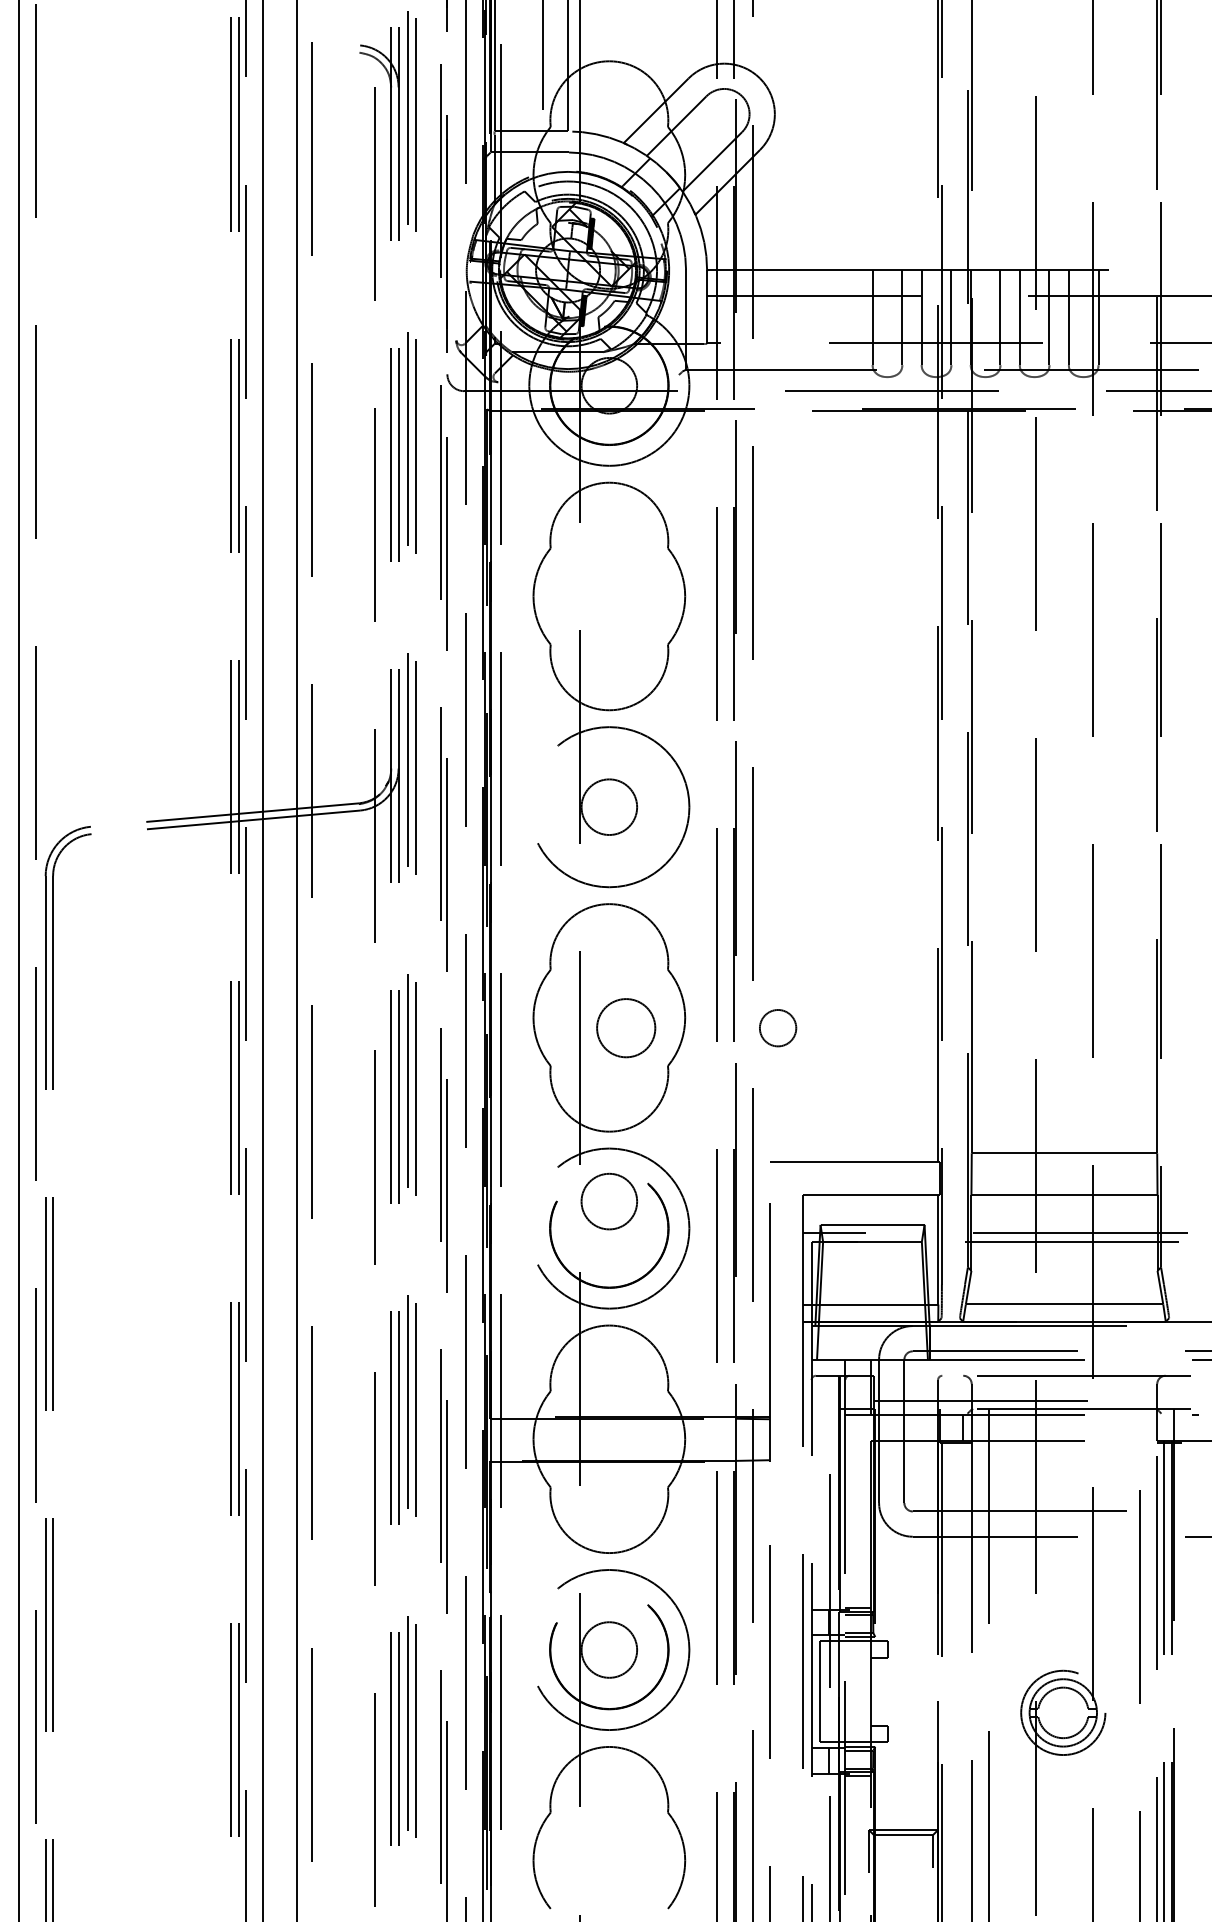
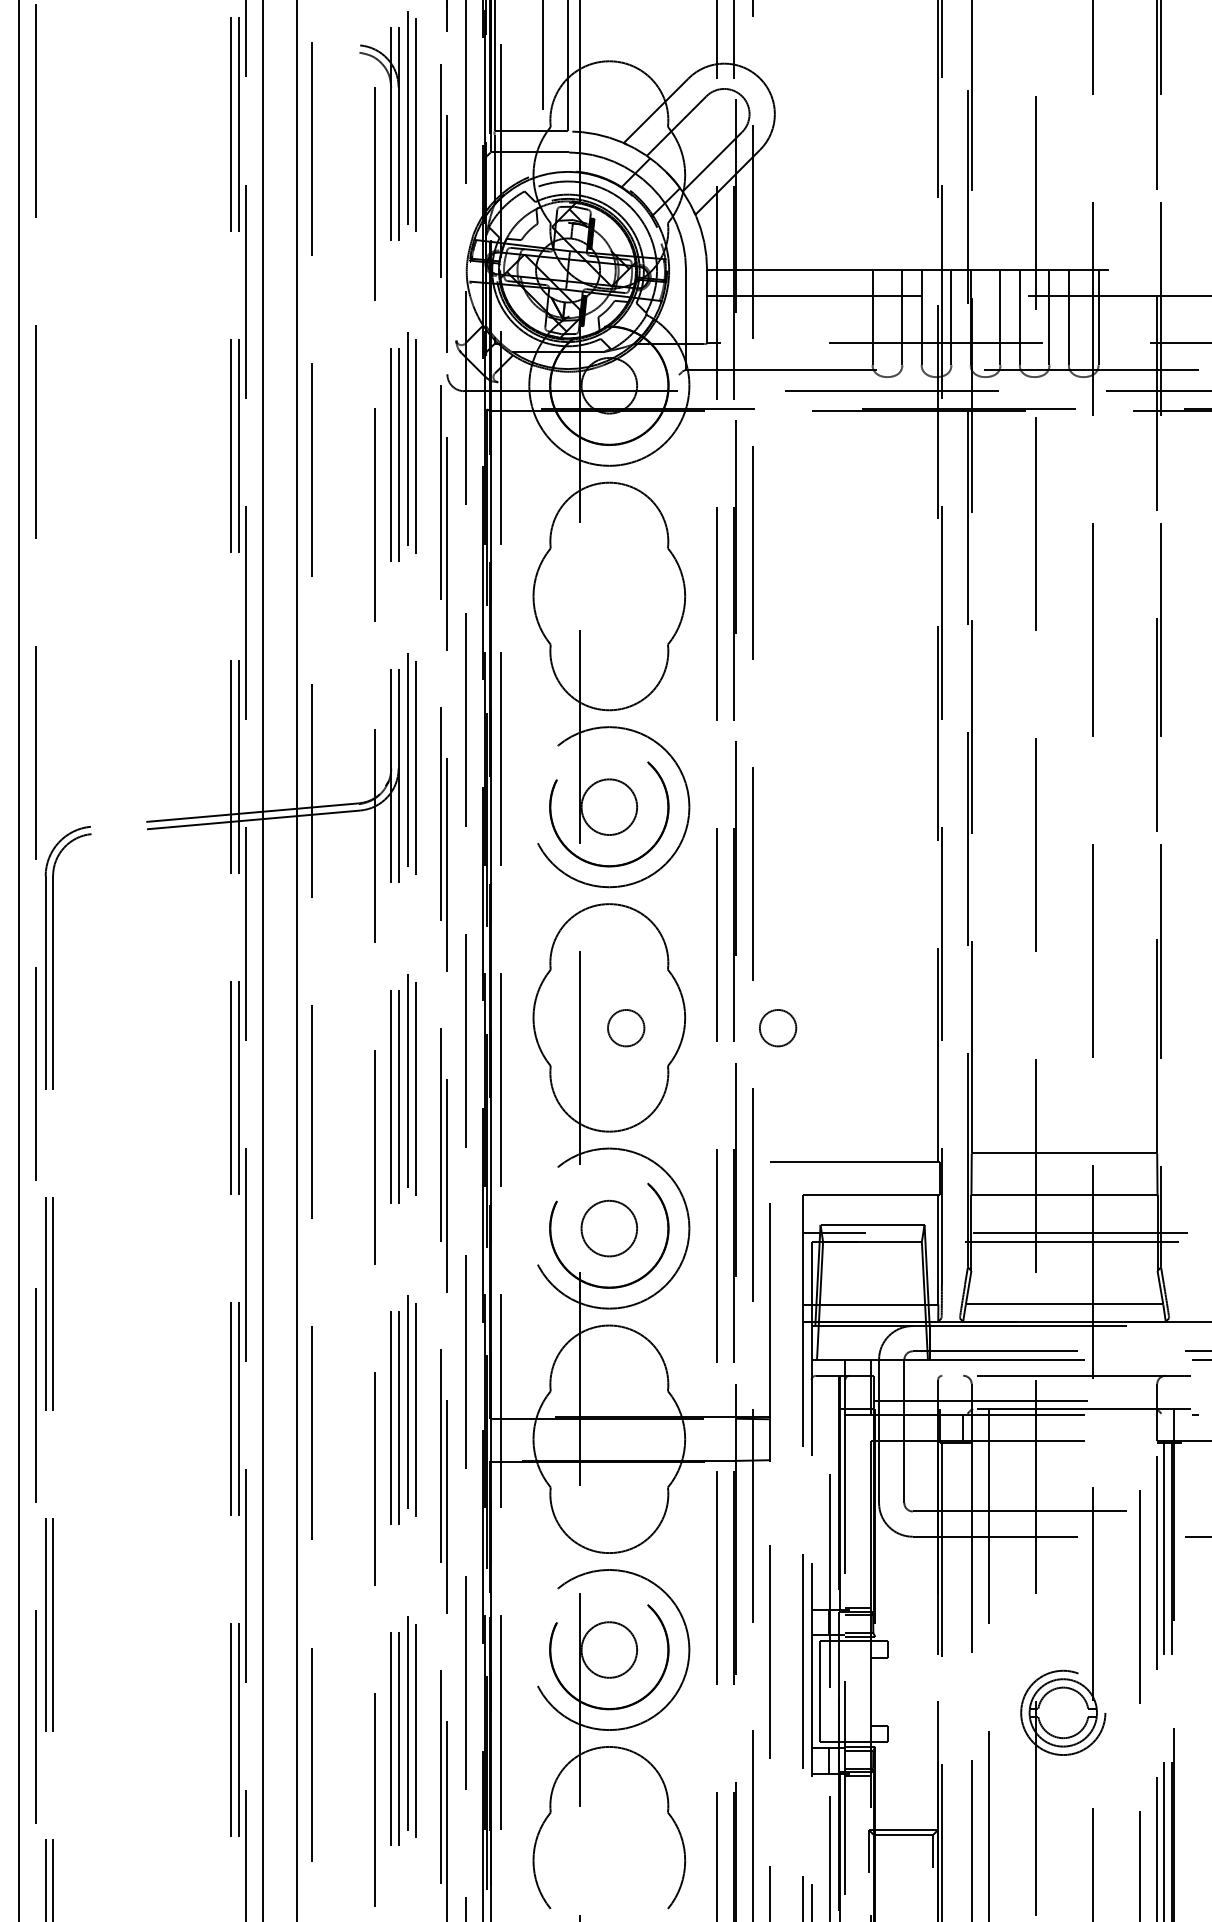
part at (602, 864): none -> present
circle at (626, 1028) diameter: 58 px -> 36 px
circle at (608, 1201) position: (608, 1201) -> (608, 1228)
